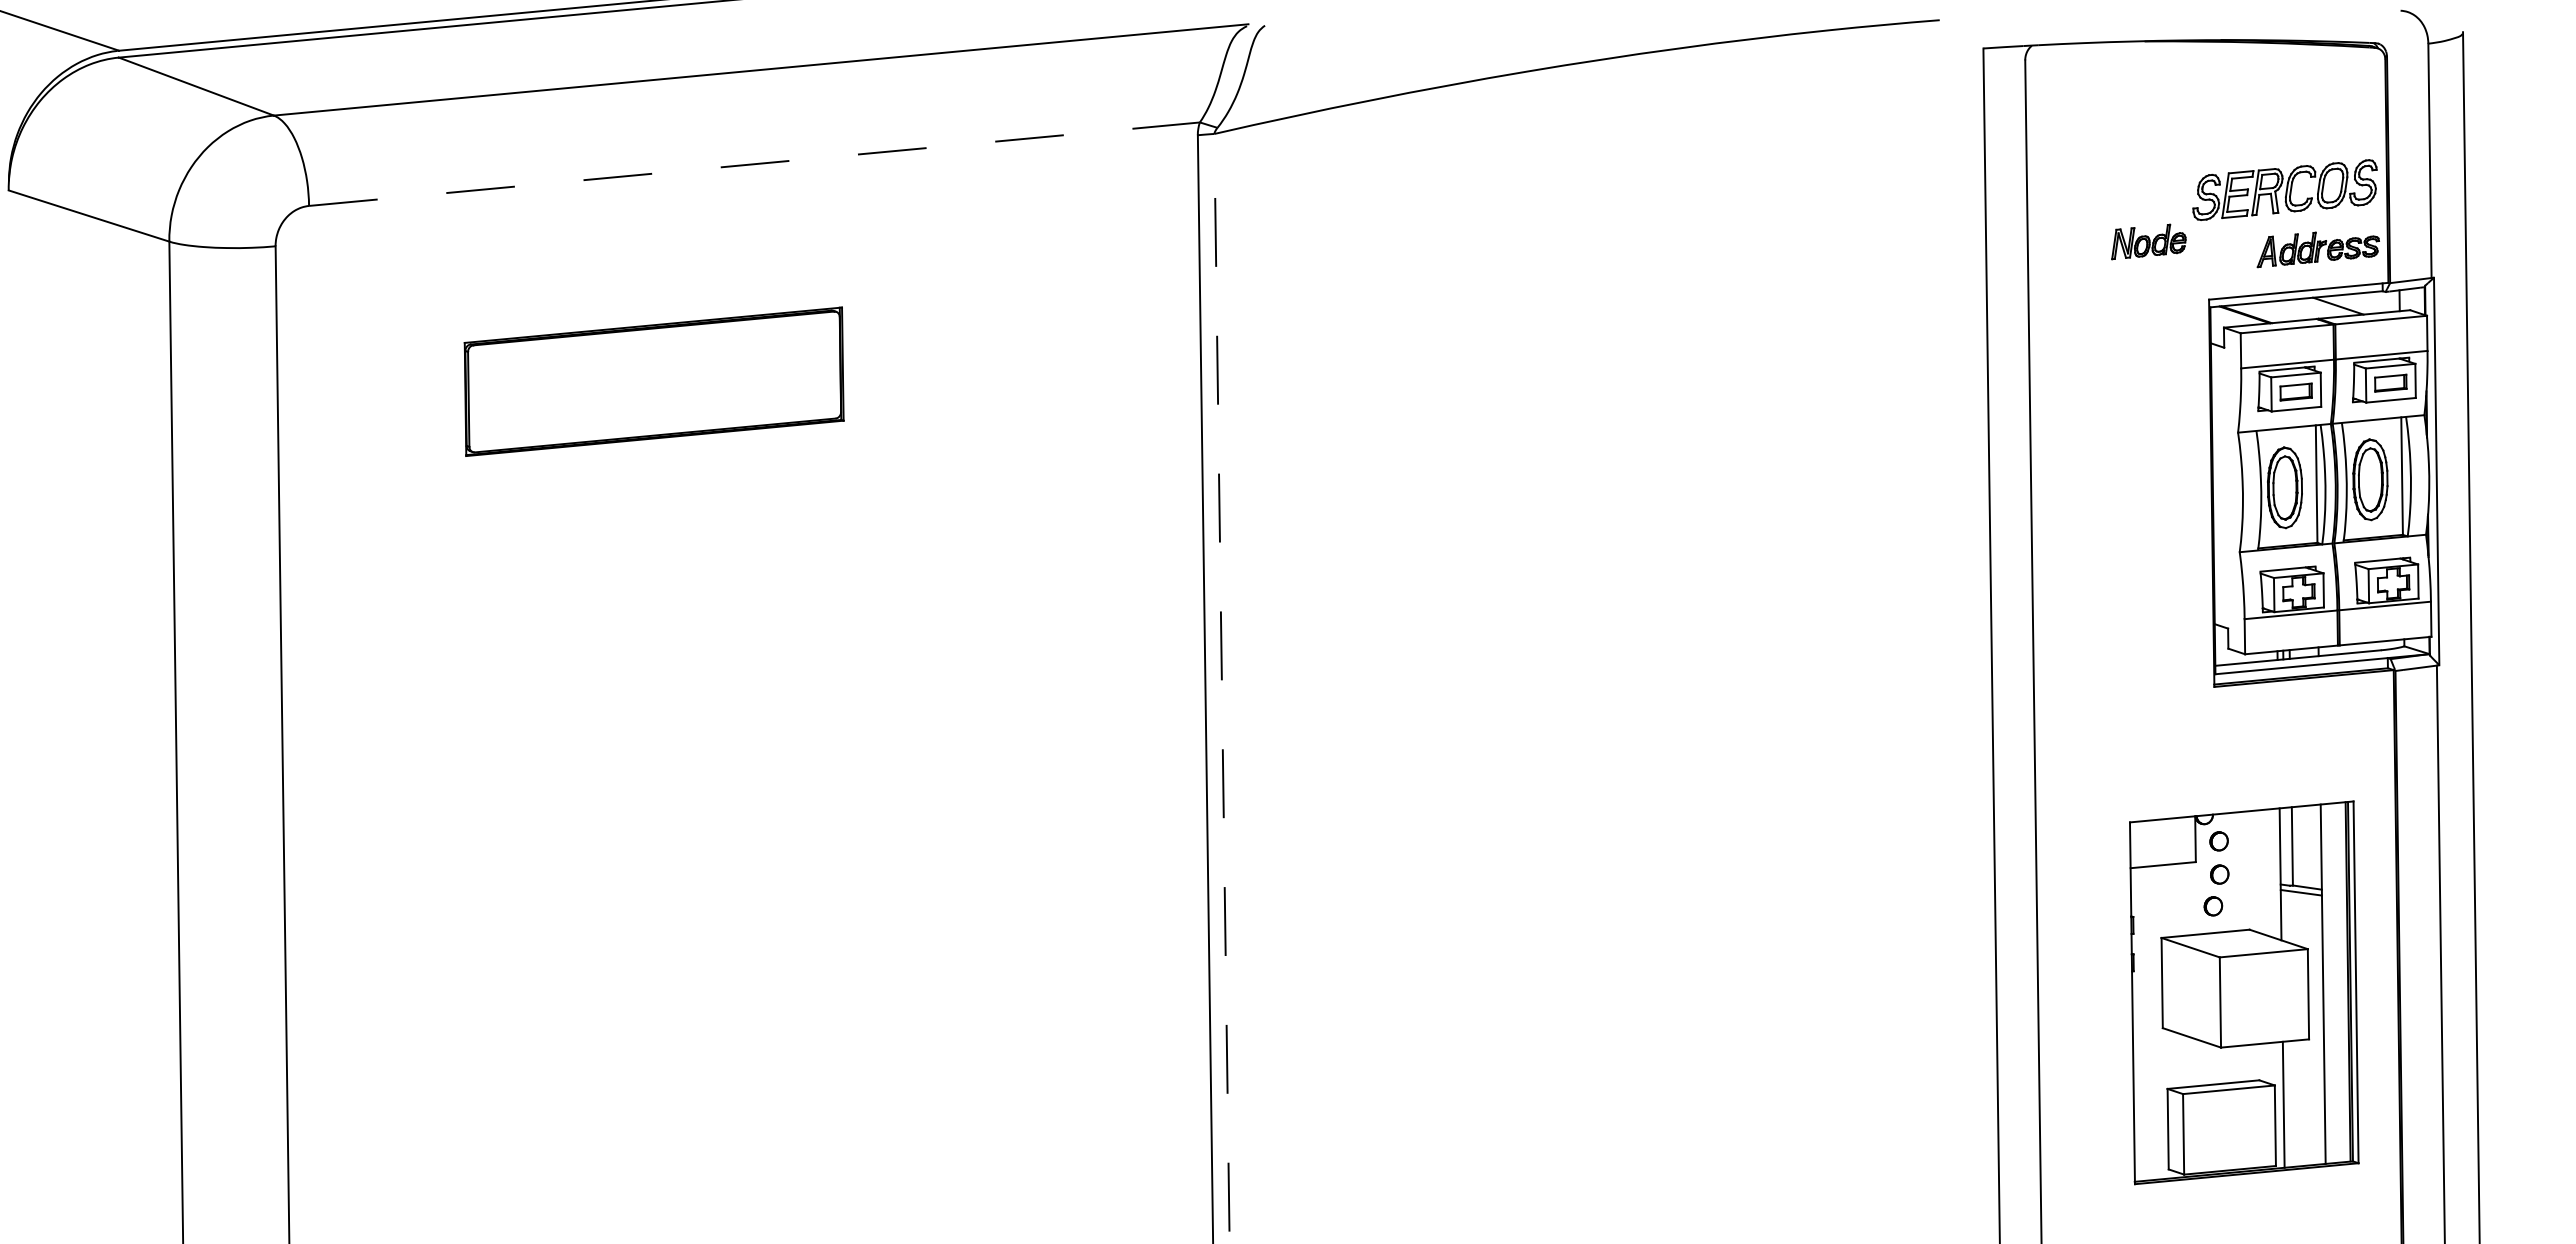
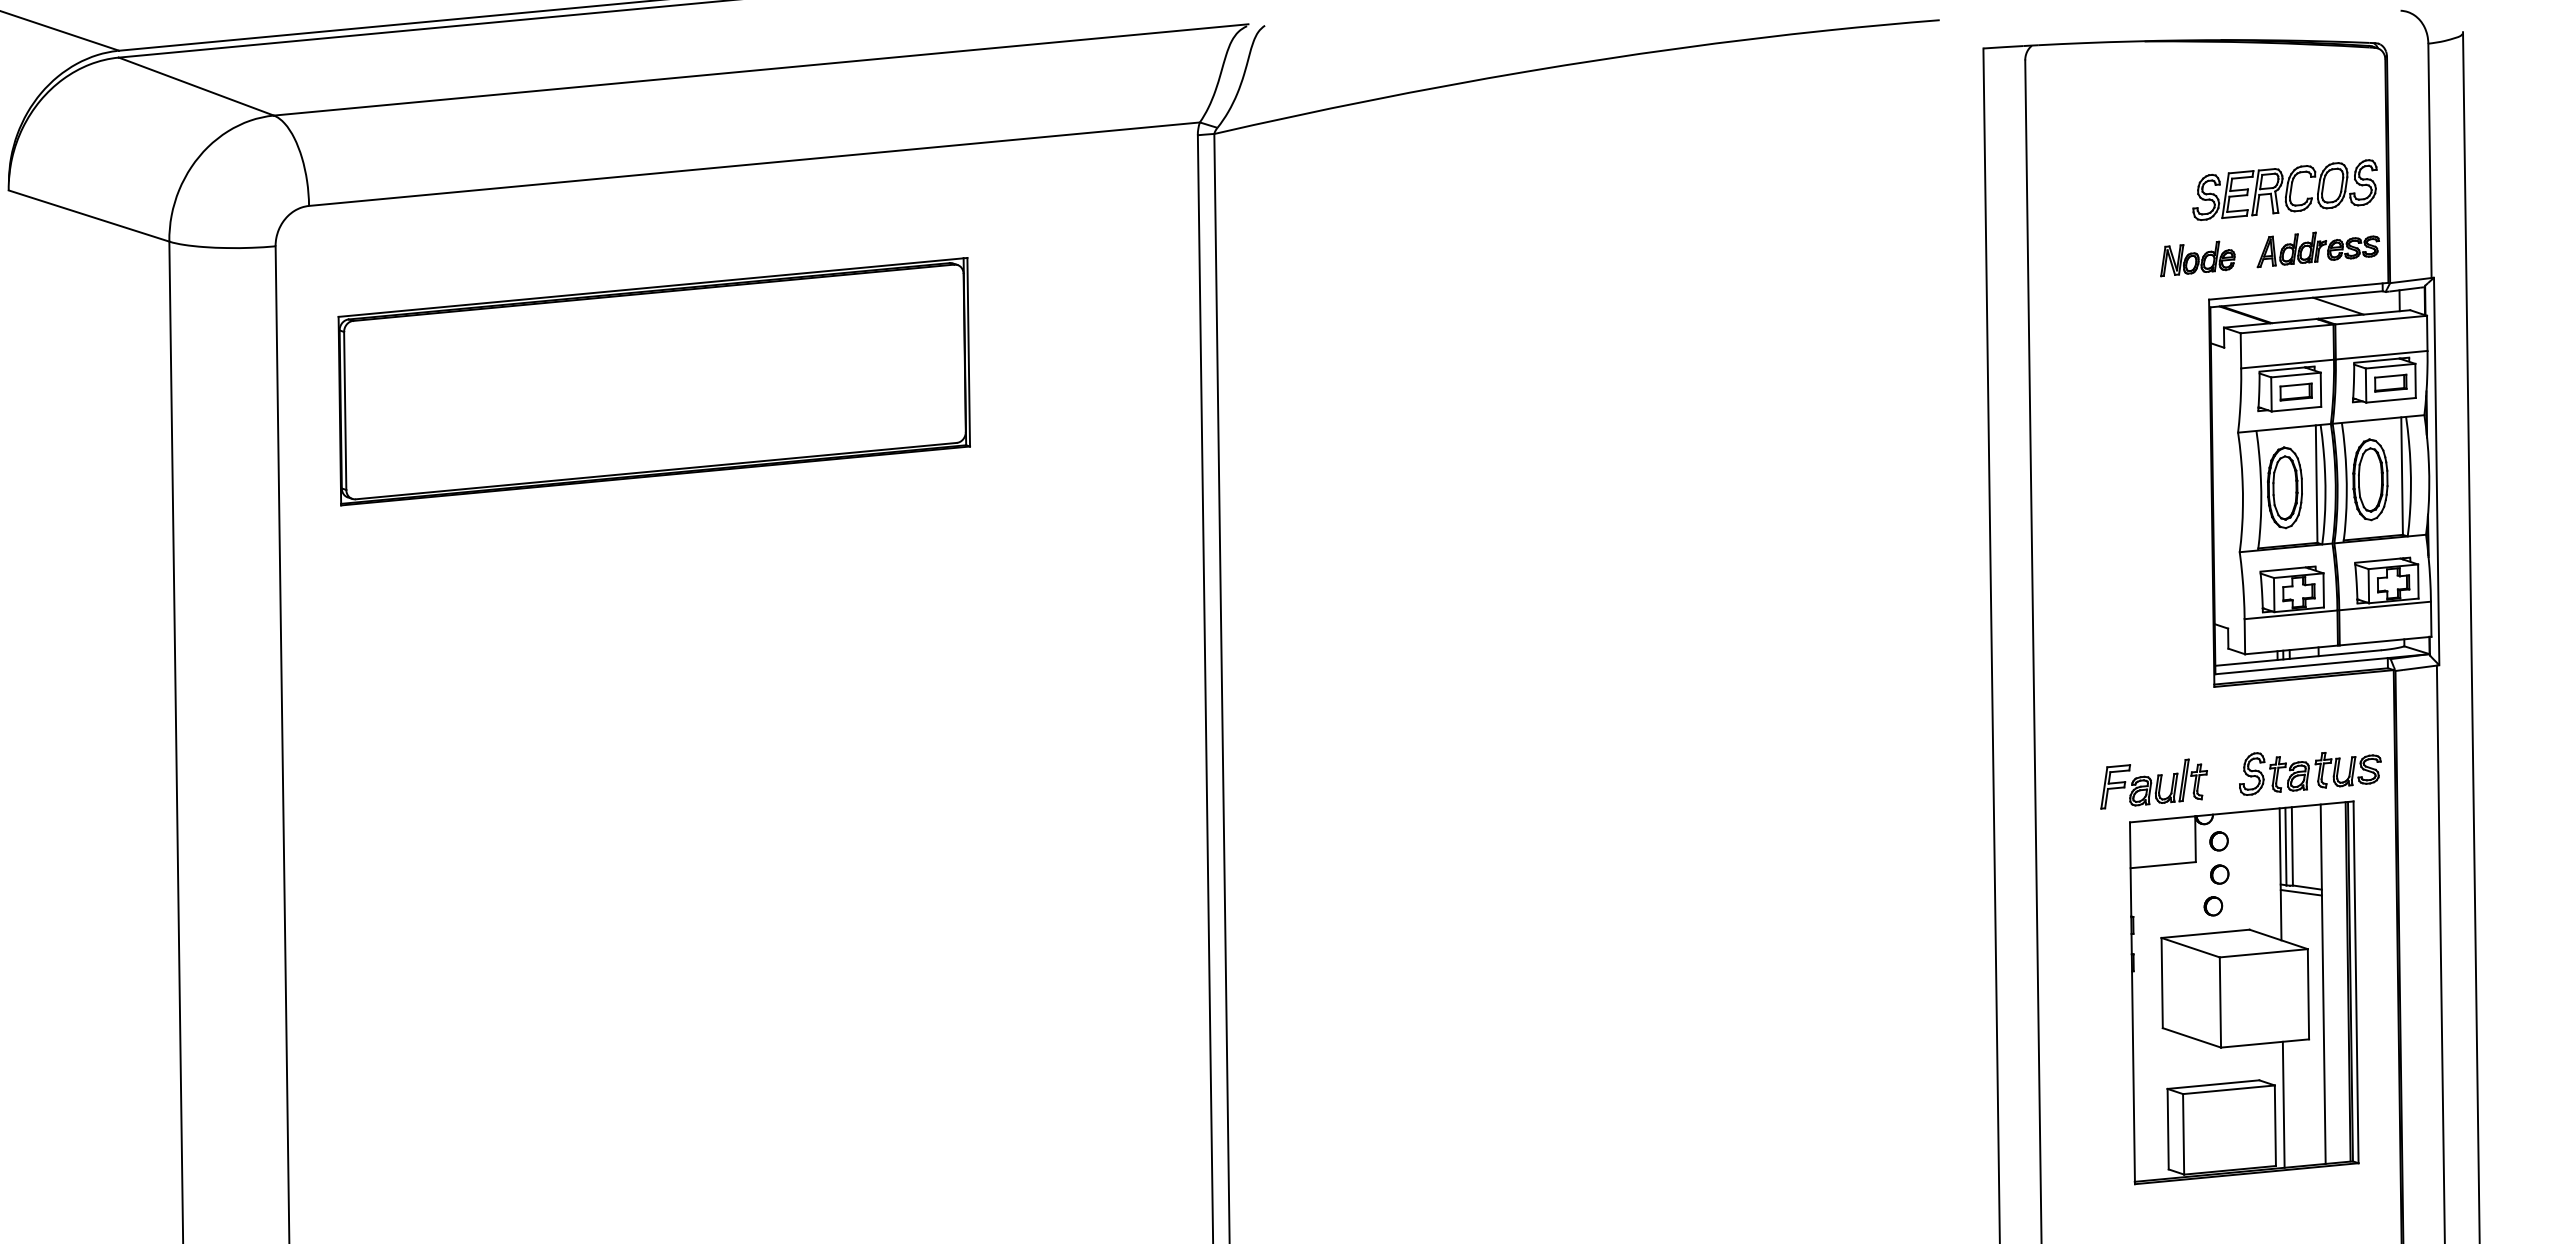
line at (754, 164): dashed -> solid
part at (2148, 241) position: (2148, 241) -> (2197, 258)
part at (653, 381) size: 382x151 px -> 634x250 px
line at (1221, 688): dashed -> solid
part at (2310, 773): none -> present
part at (2153, 783): none -> present
line at (2285, 846): none -> present
